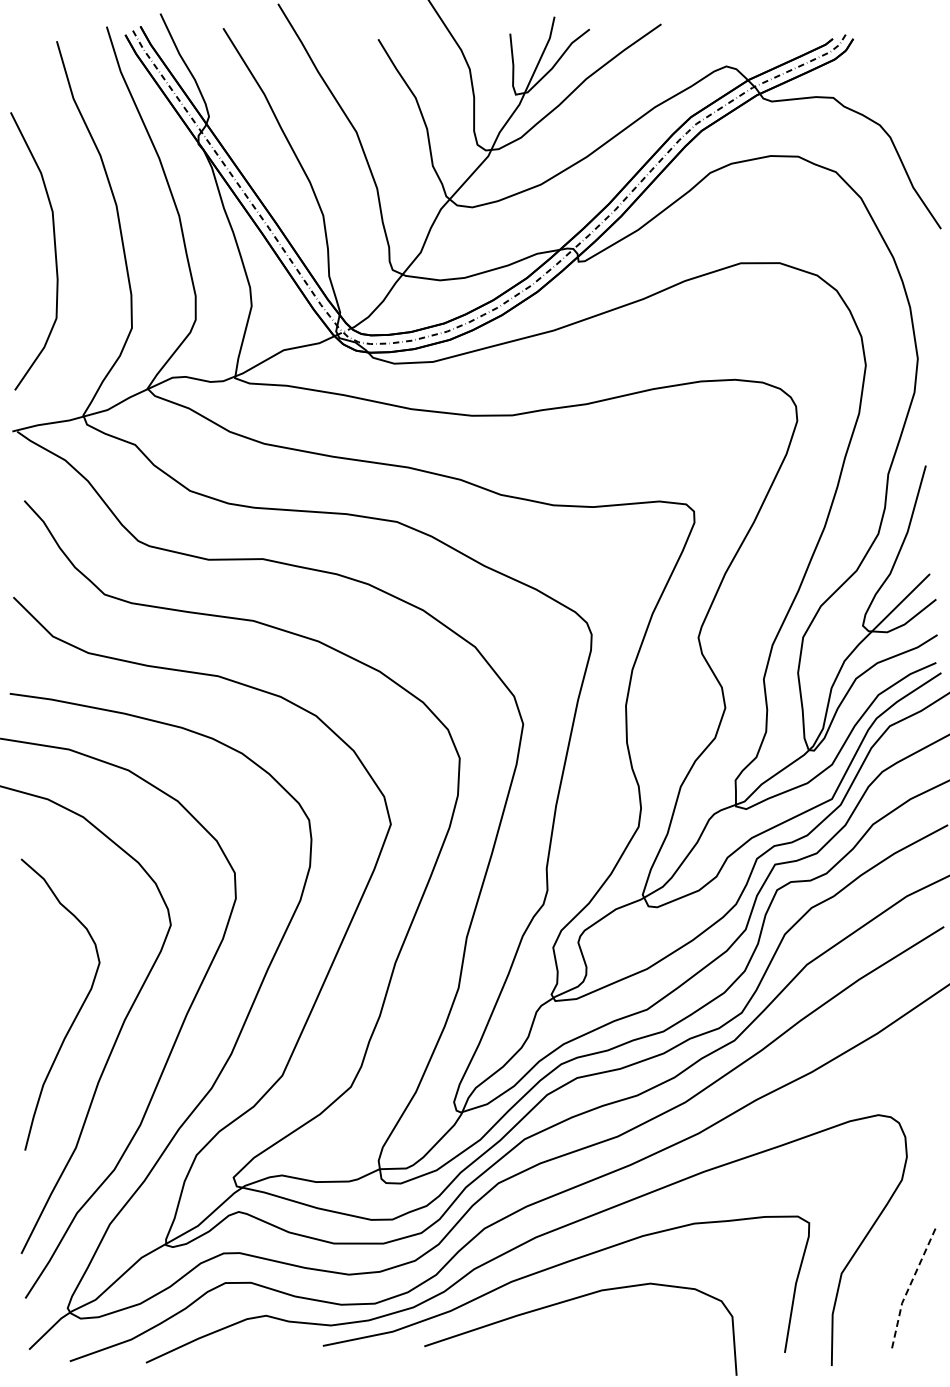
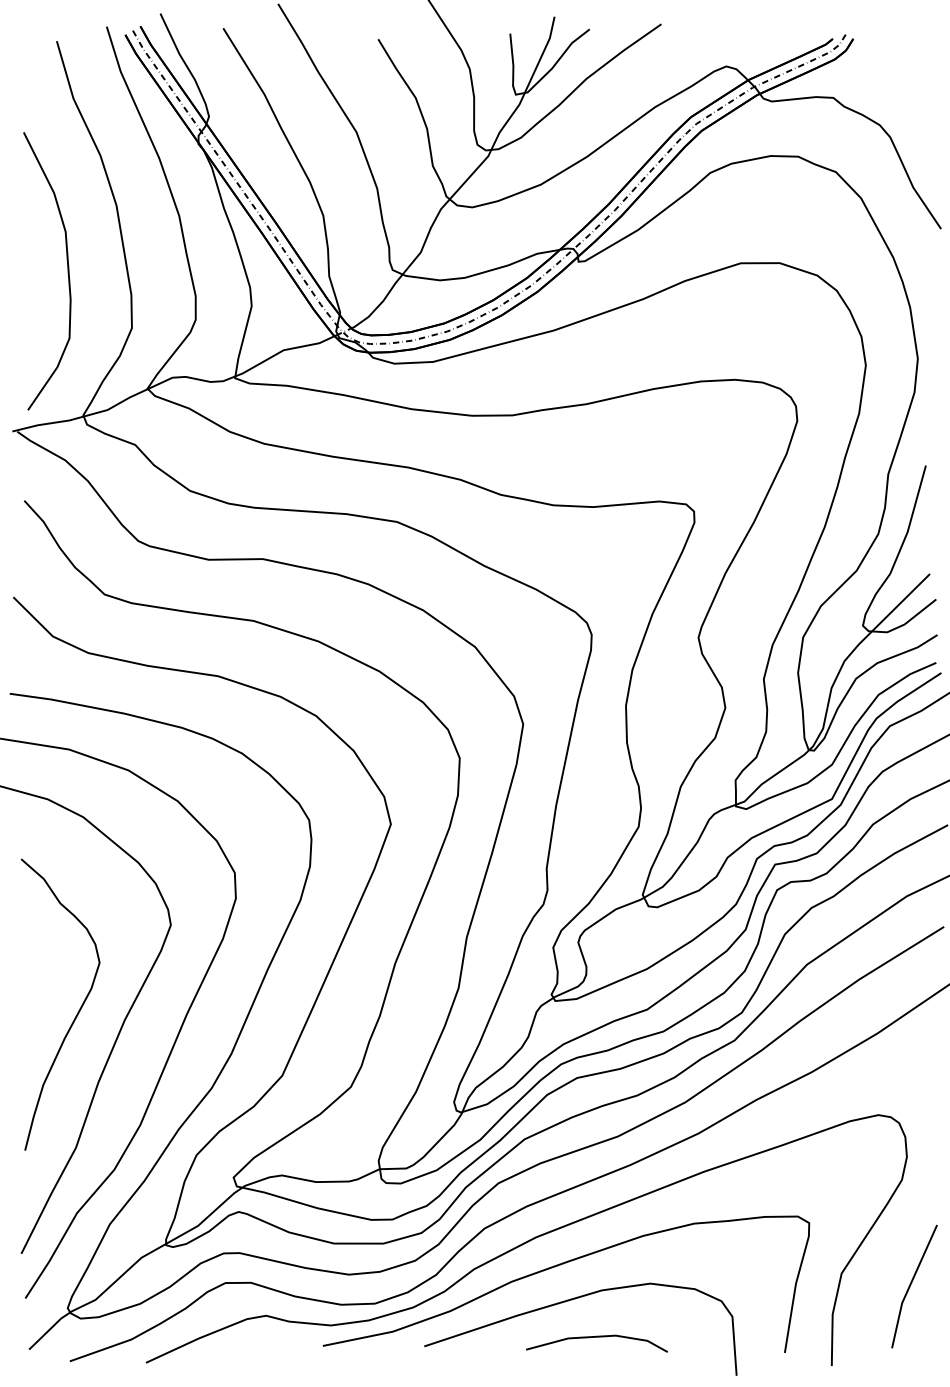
curve at (54, 251) position: (54, 251) -> (67, 271)
line at (909, 1285): dashed -> solid
line at (596, 1337): none -> present
